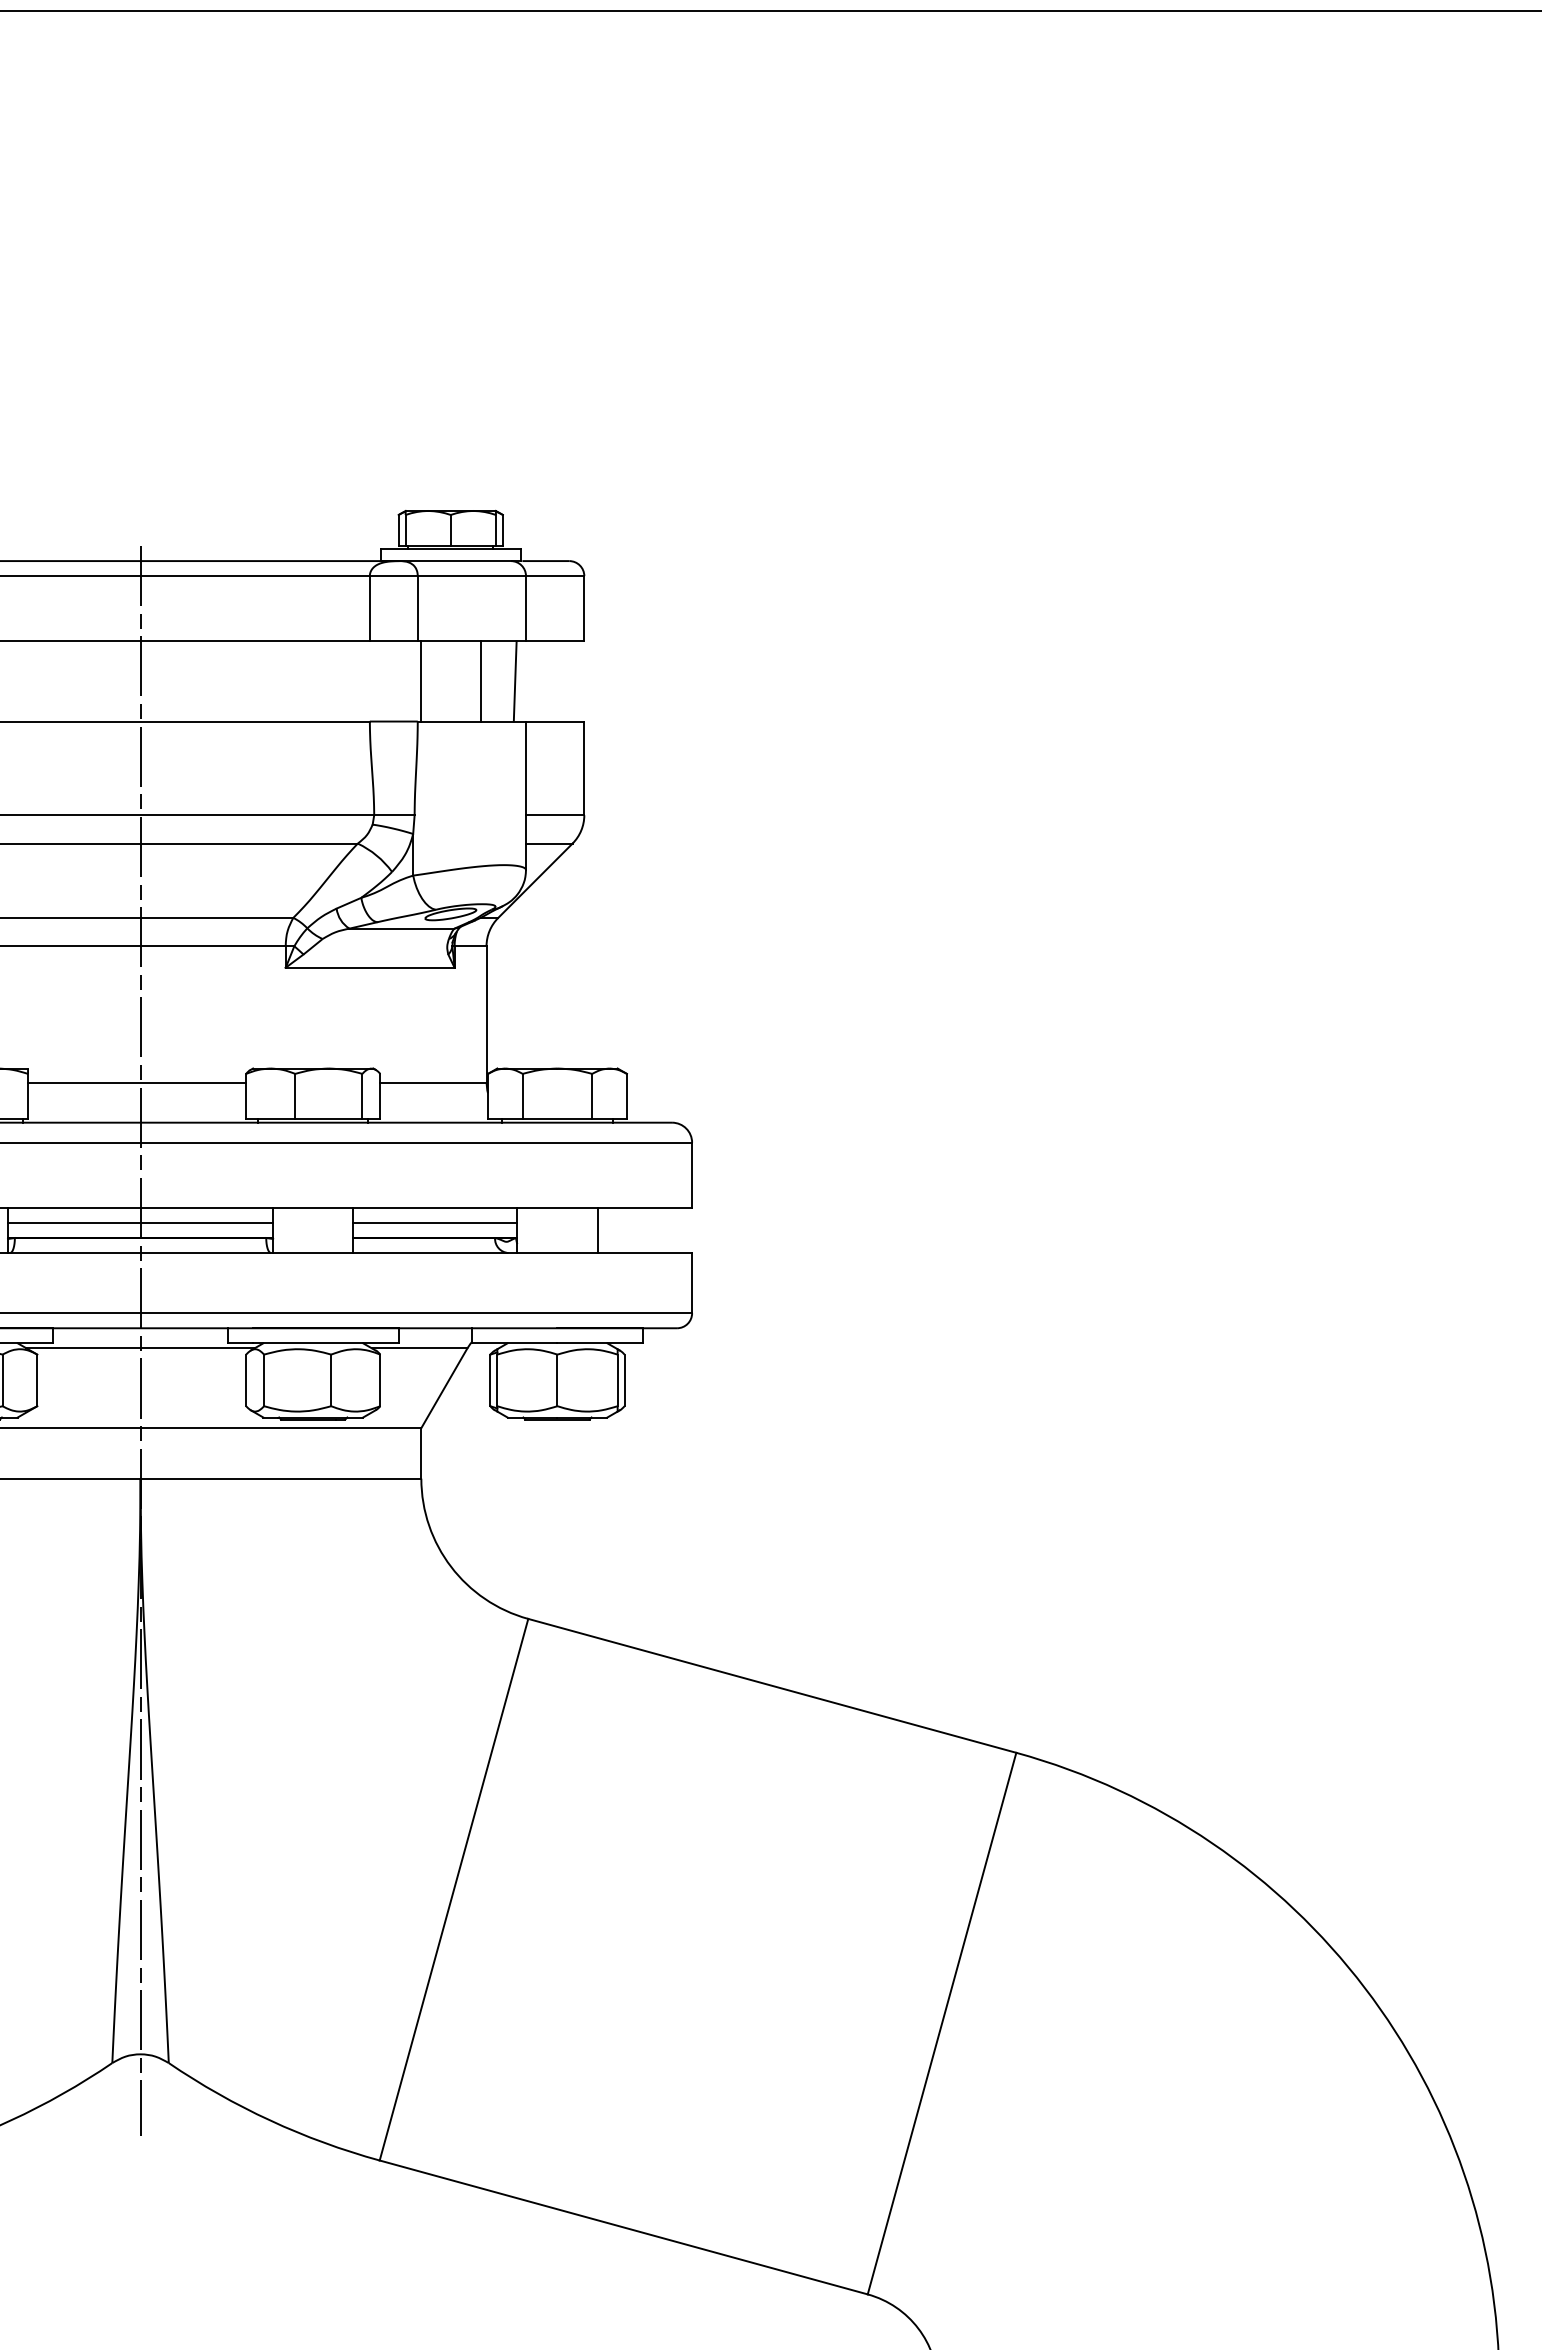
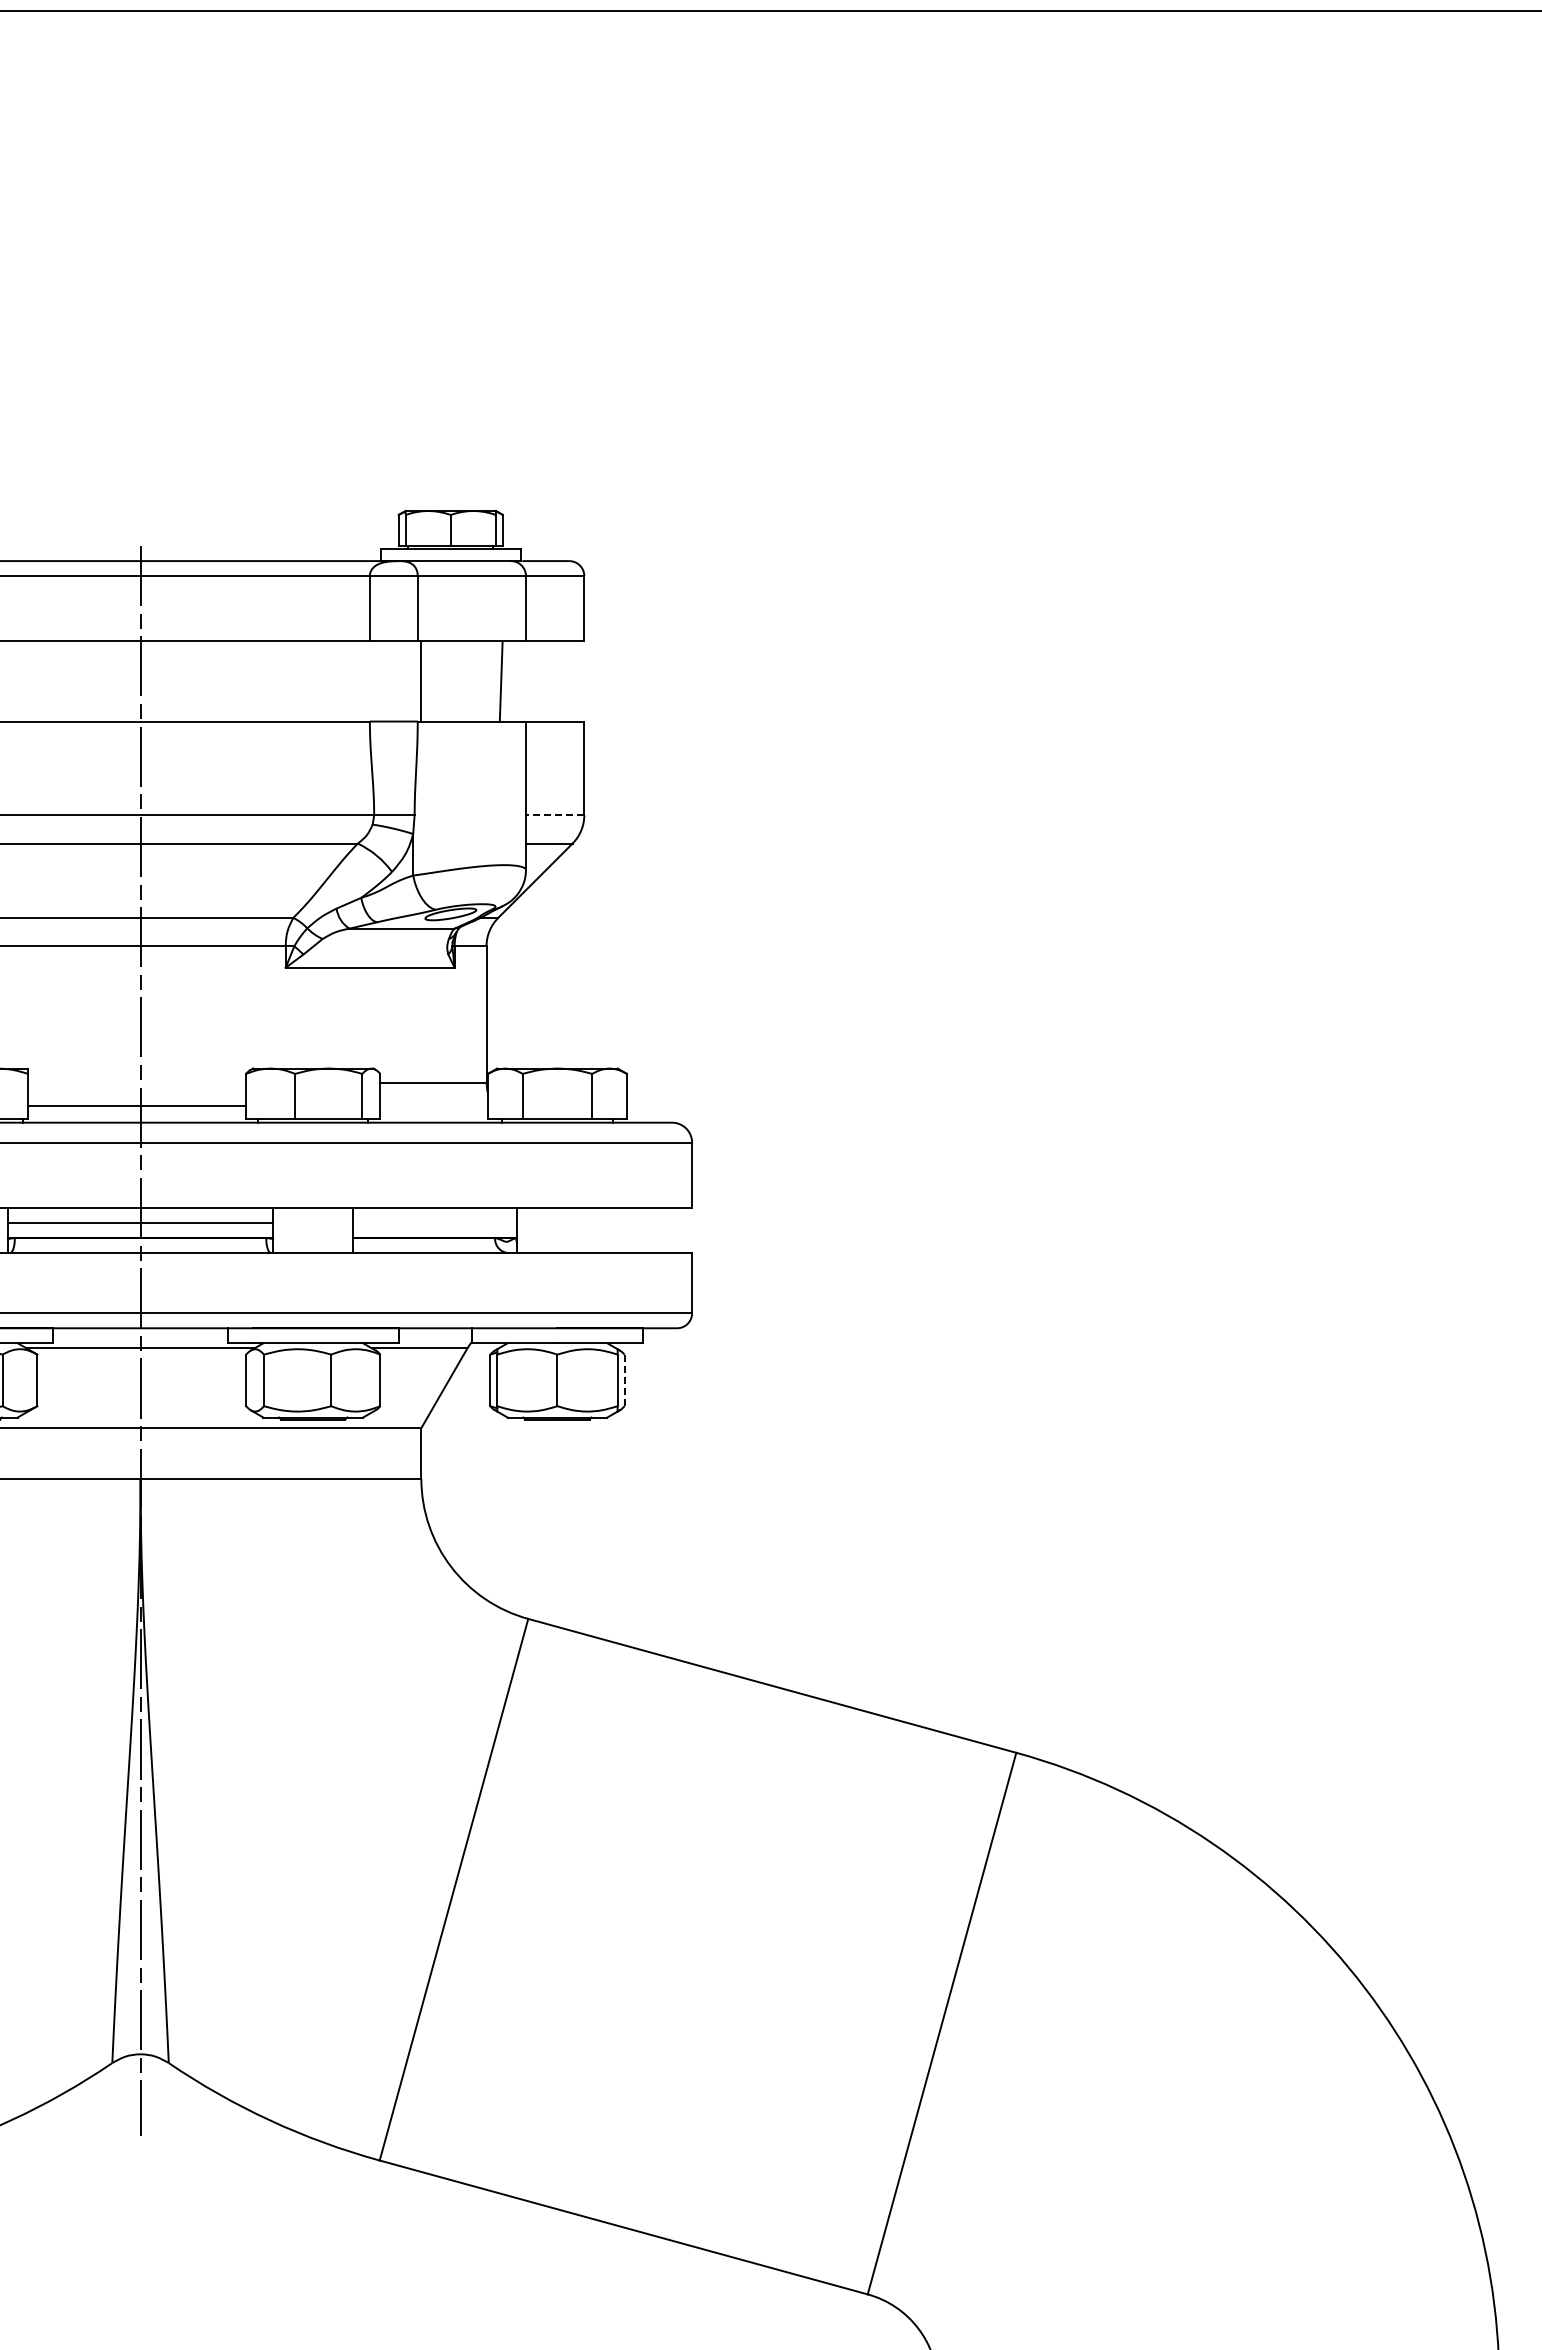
line at (480, 681): present -> none
line at (514, 681) position: (514, 681) -> (500, 681)
line at (554, 815): solid -> dashed
line at (137, 1082) position: (137, 1082) -> (137, 1105)
line at (435, 1222): present -> none
line at (597, 1230): present -> none
line at (624, 1380): solid -> dashed
